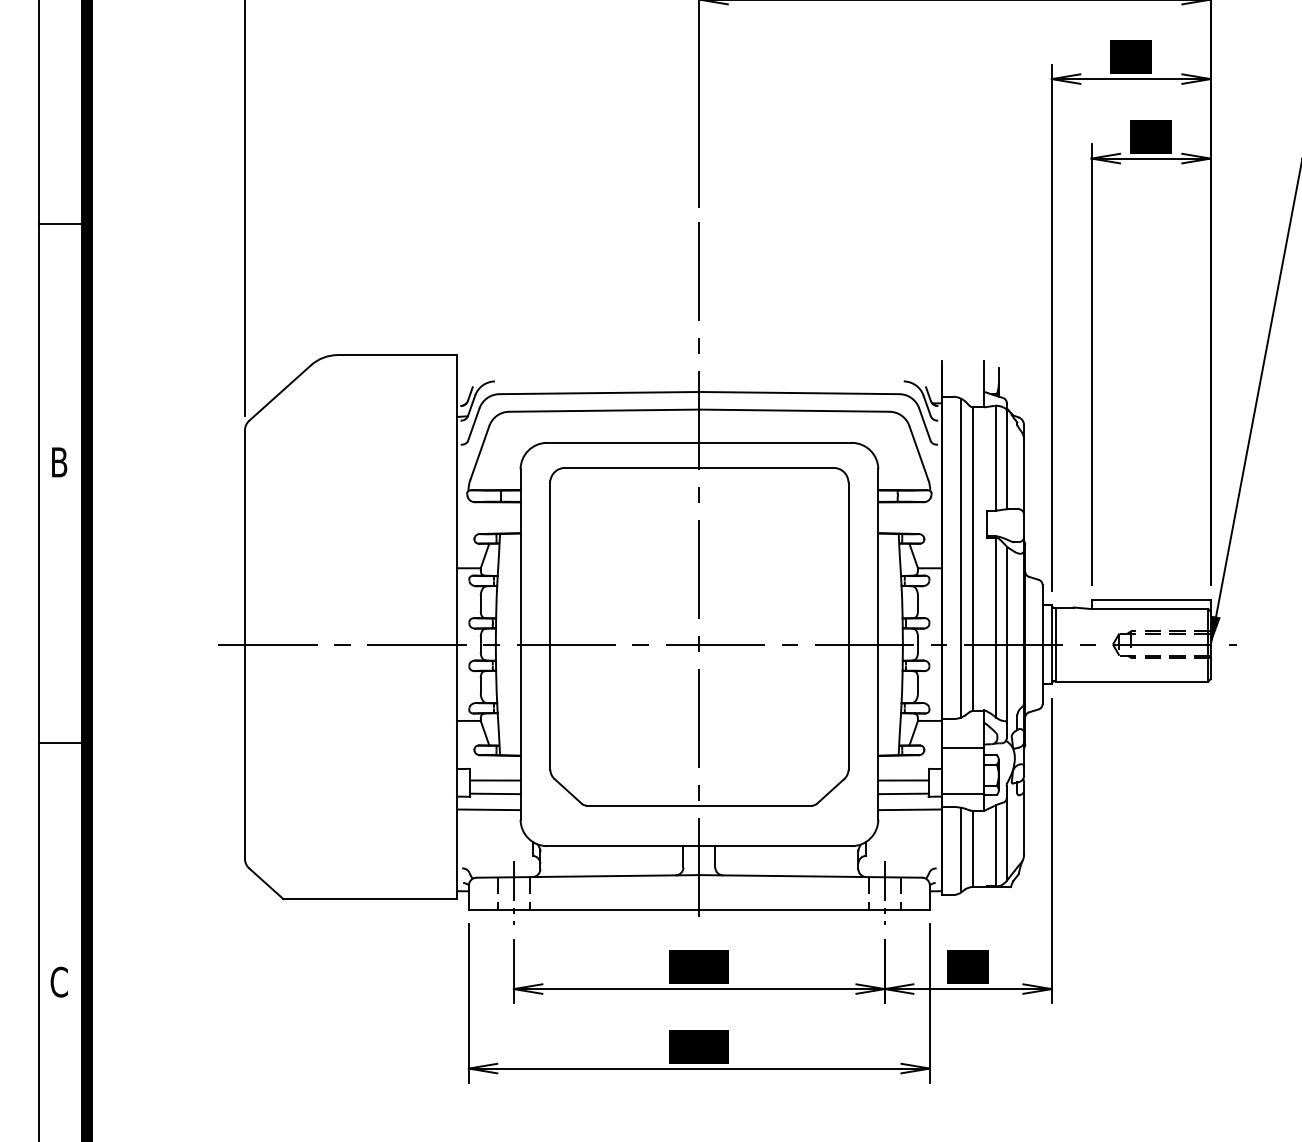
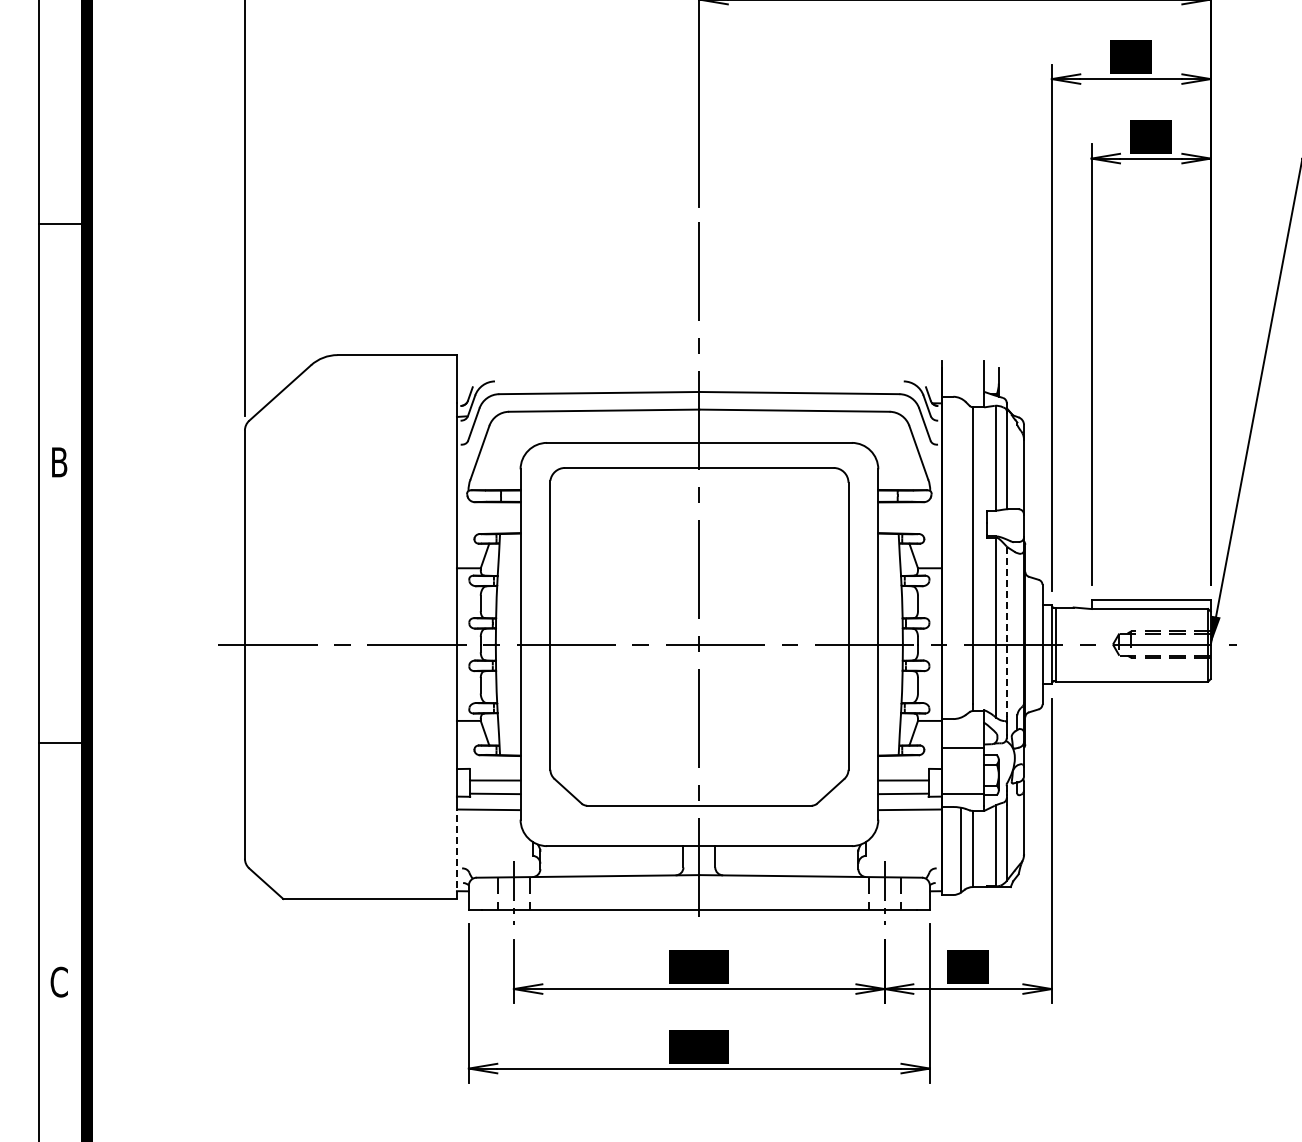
line at (961, 557): present -> none
line at (1006, 632): solid -> dashed
line at (456, 854): solid -> dashed
